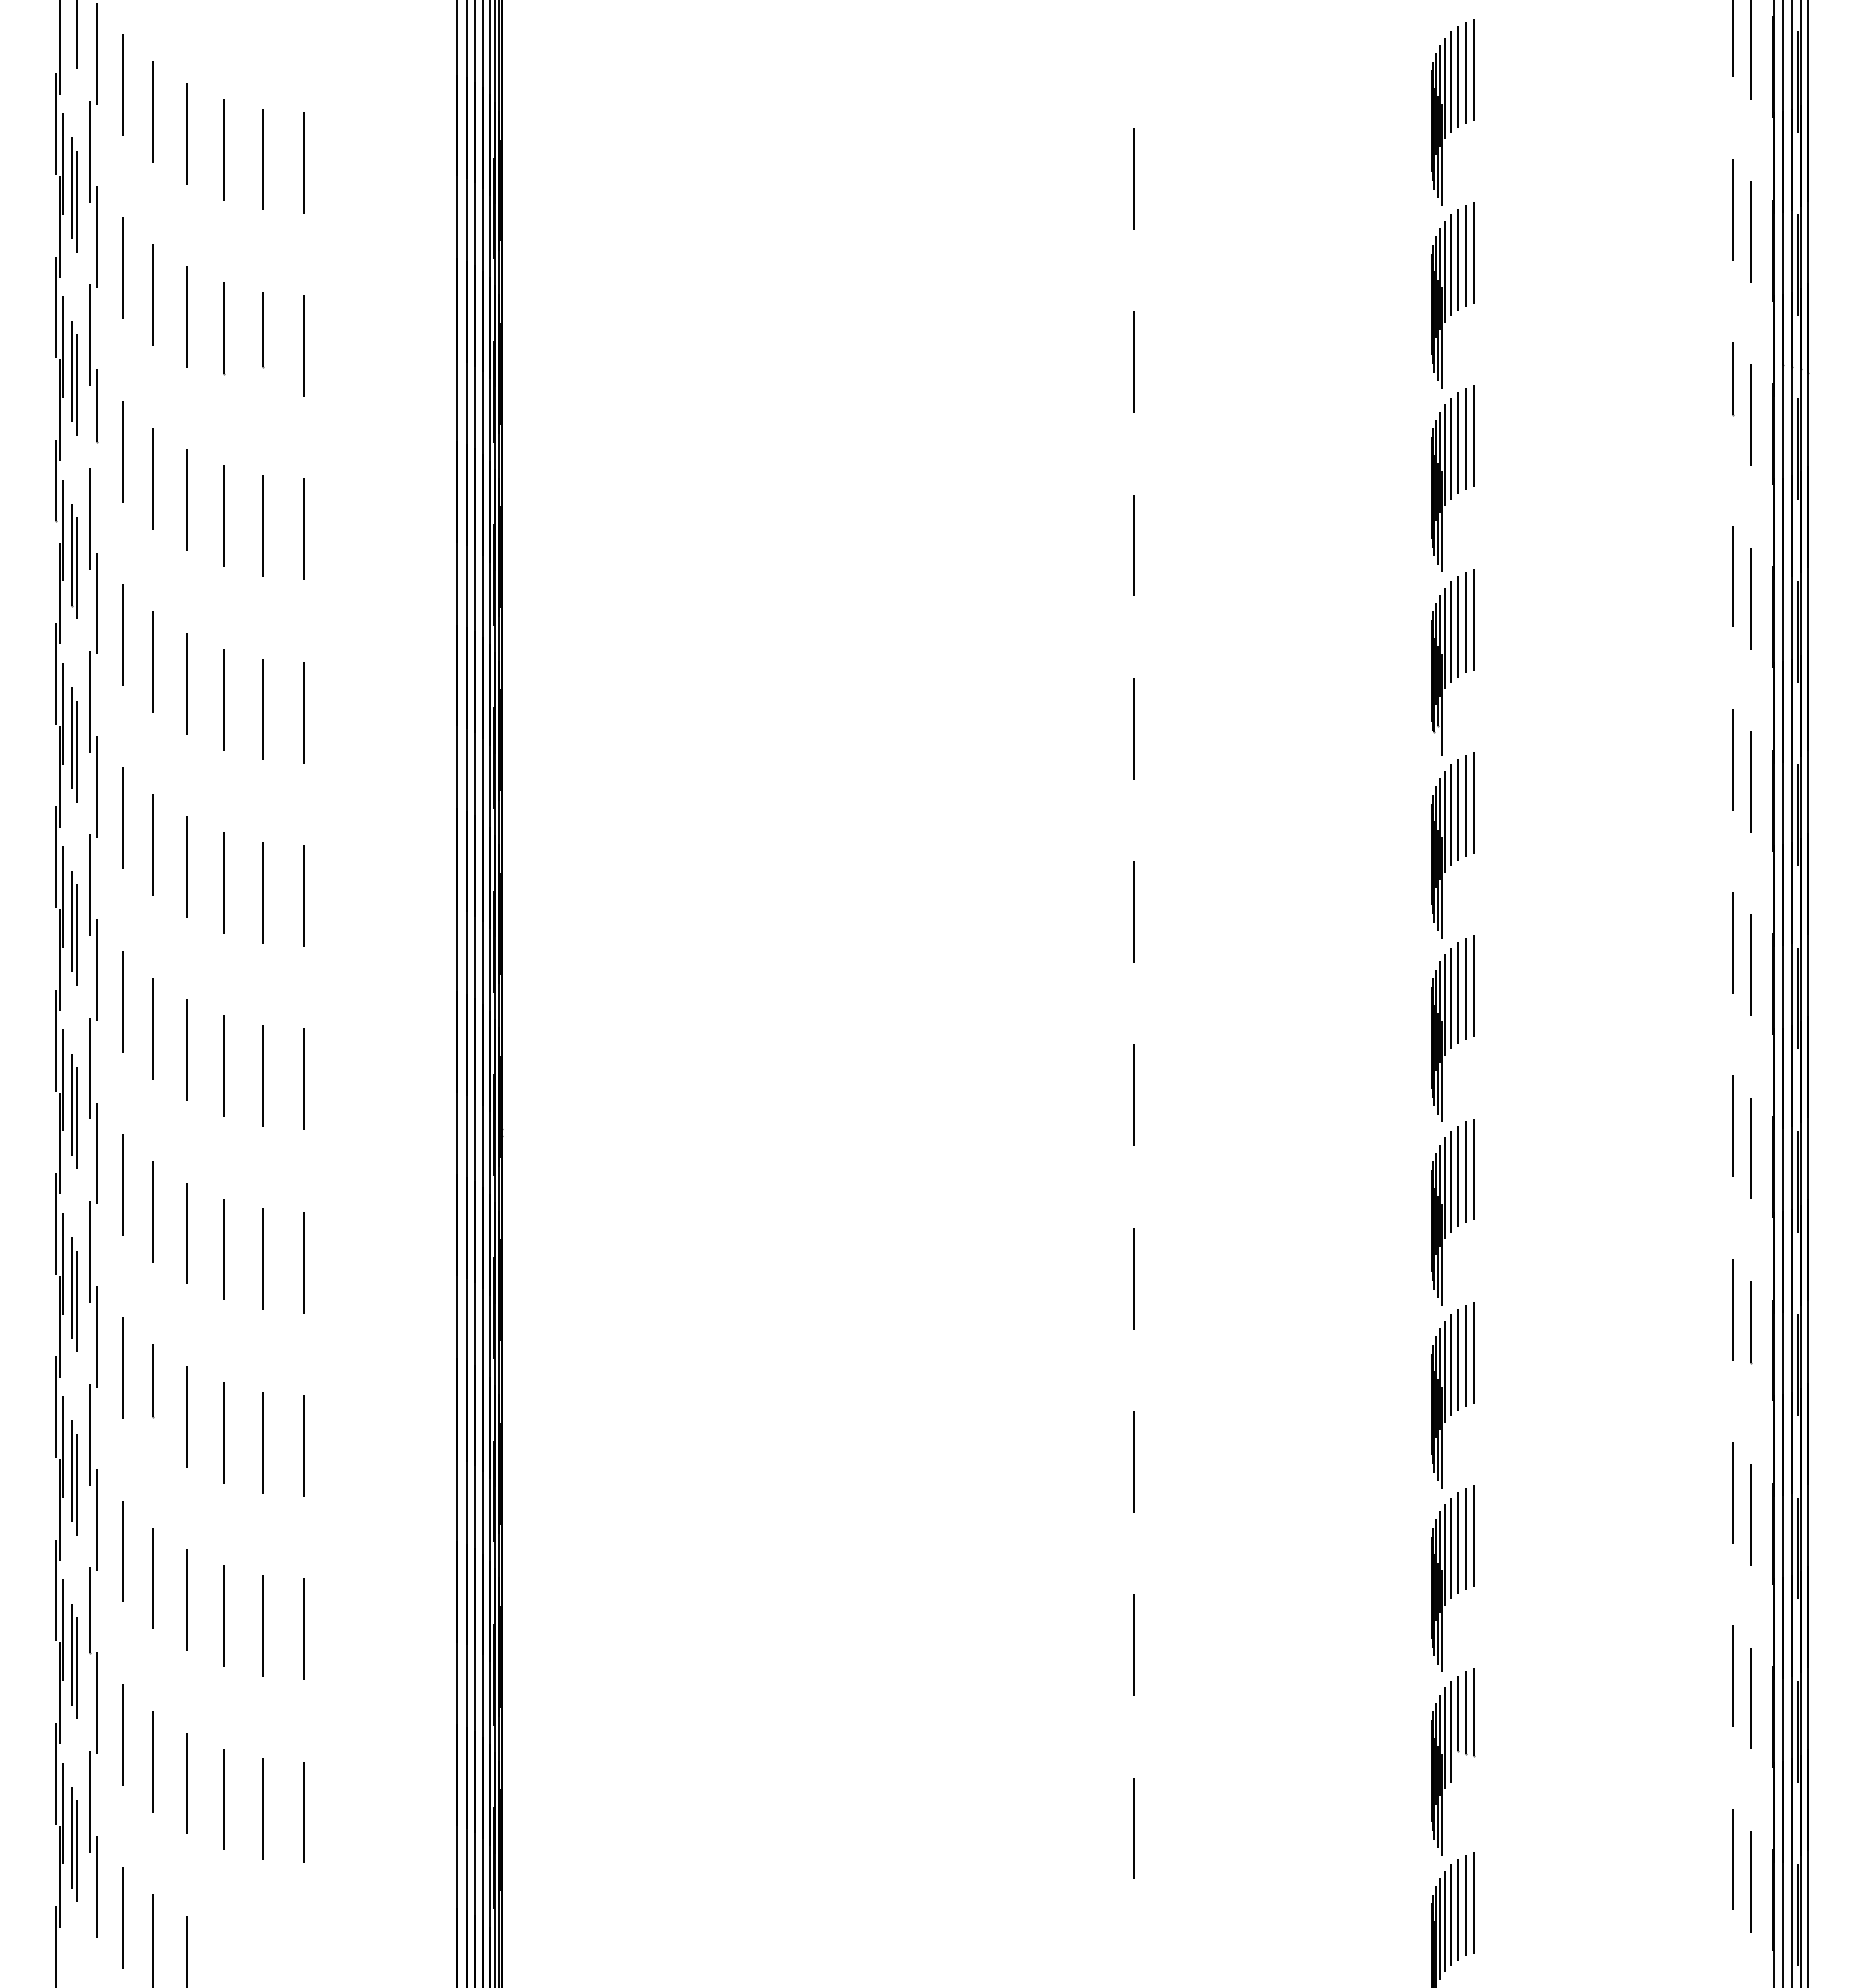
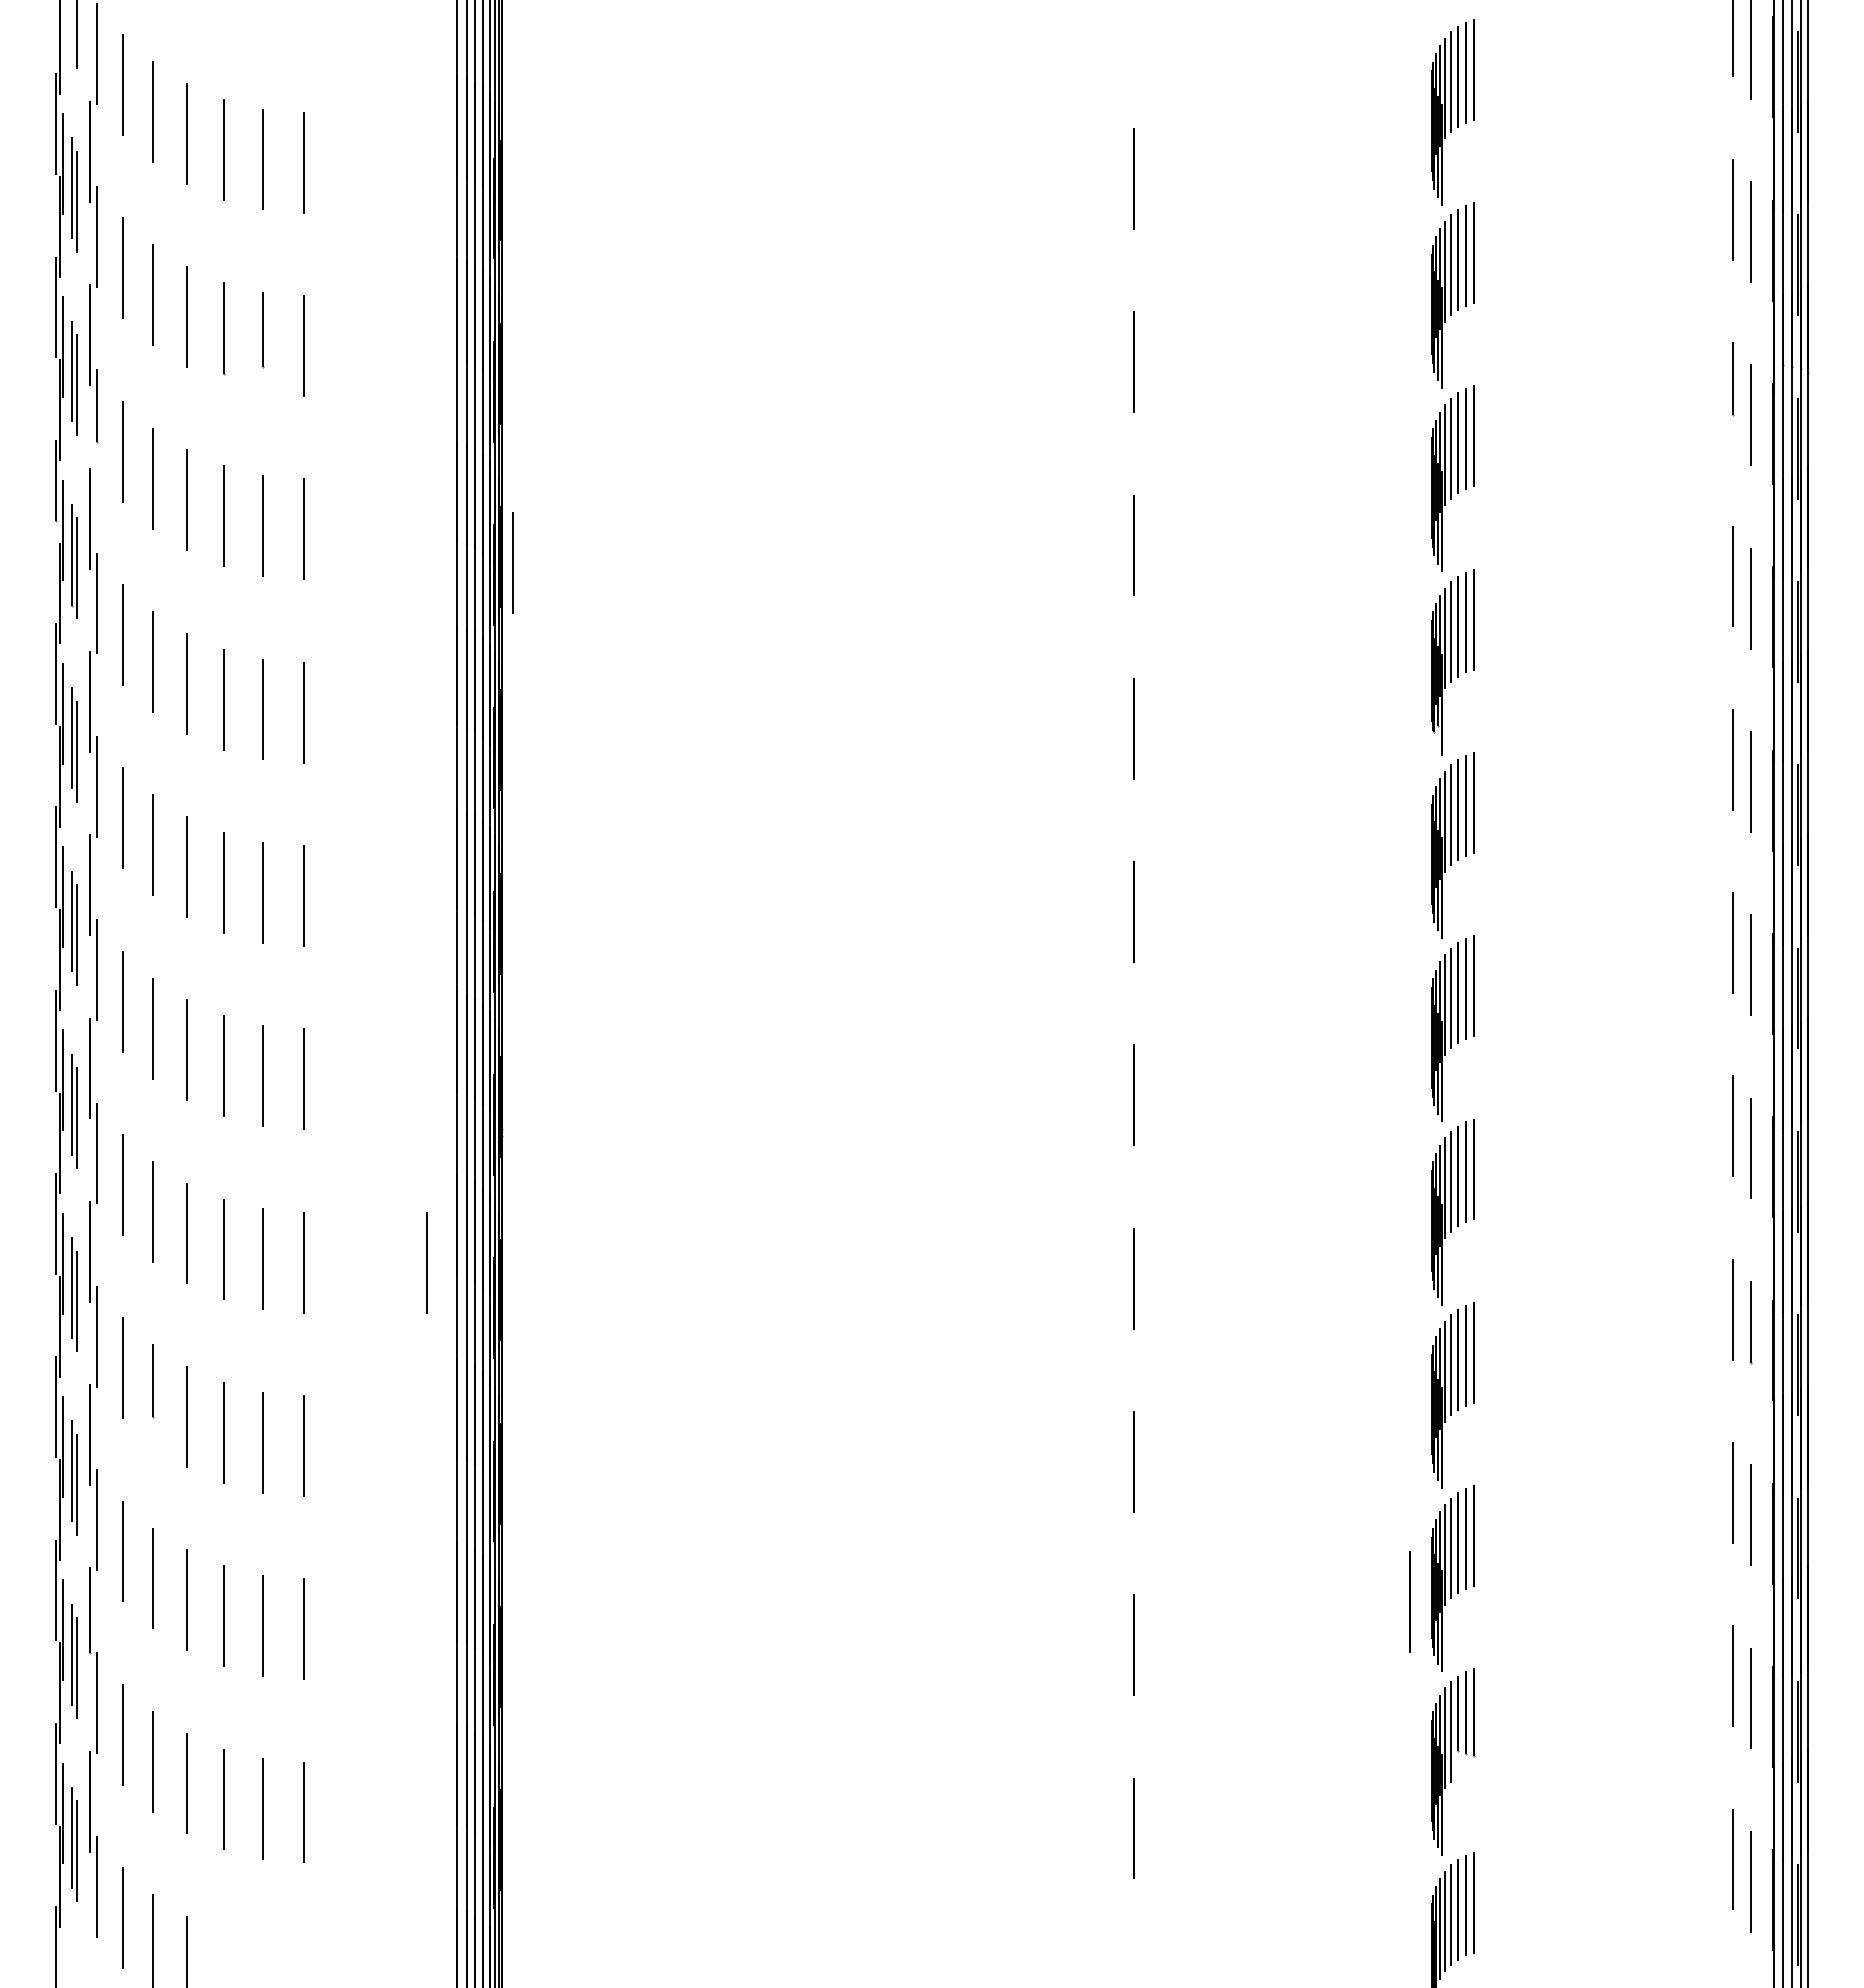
line at (512, 562): none -> present
line at (426, 1262): none -> present
line at (1409, 1601): none -> present
